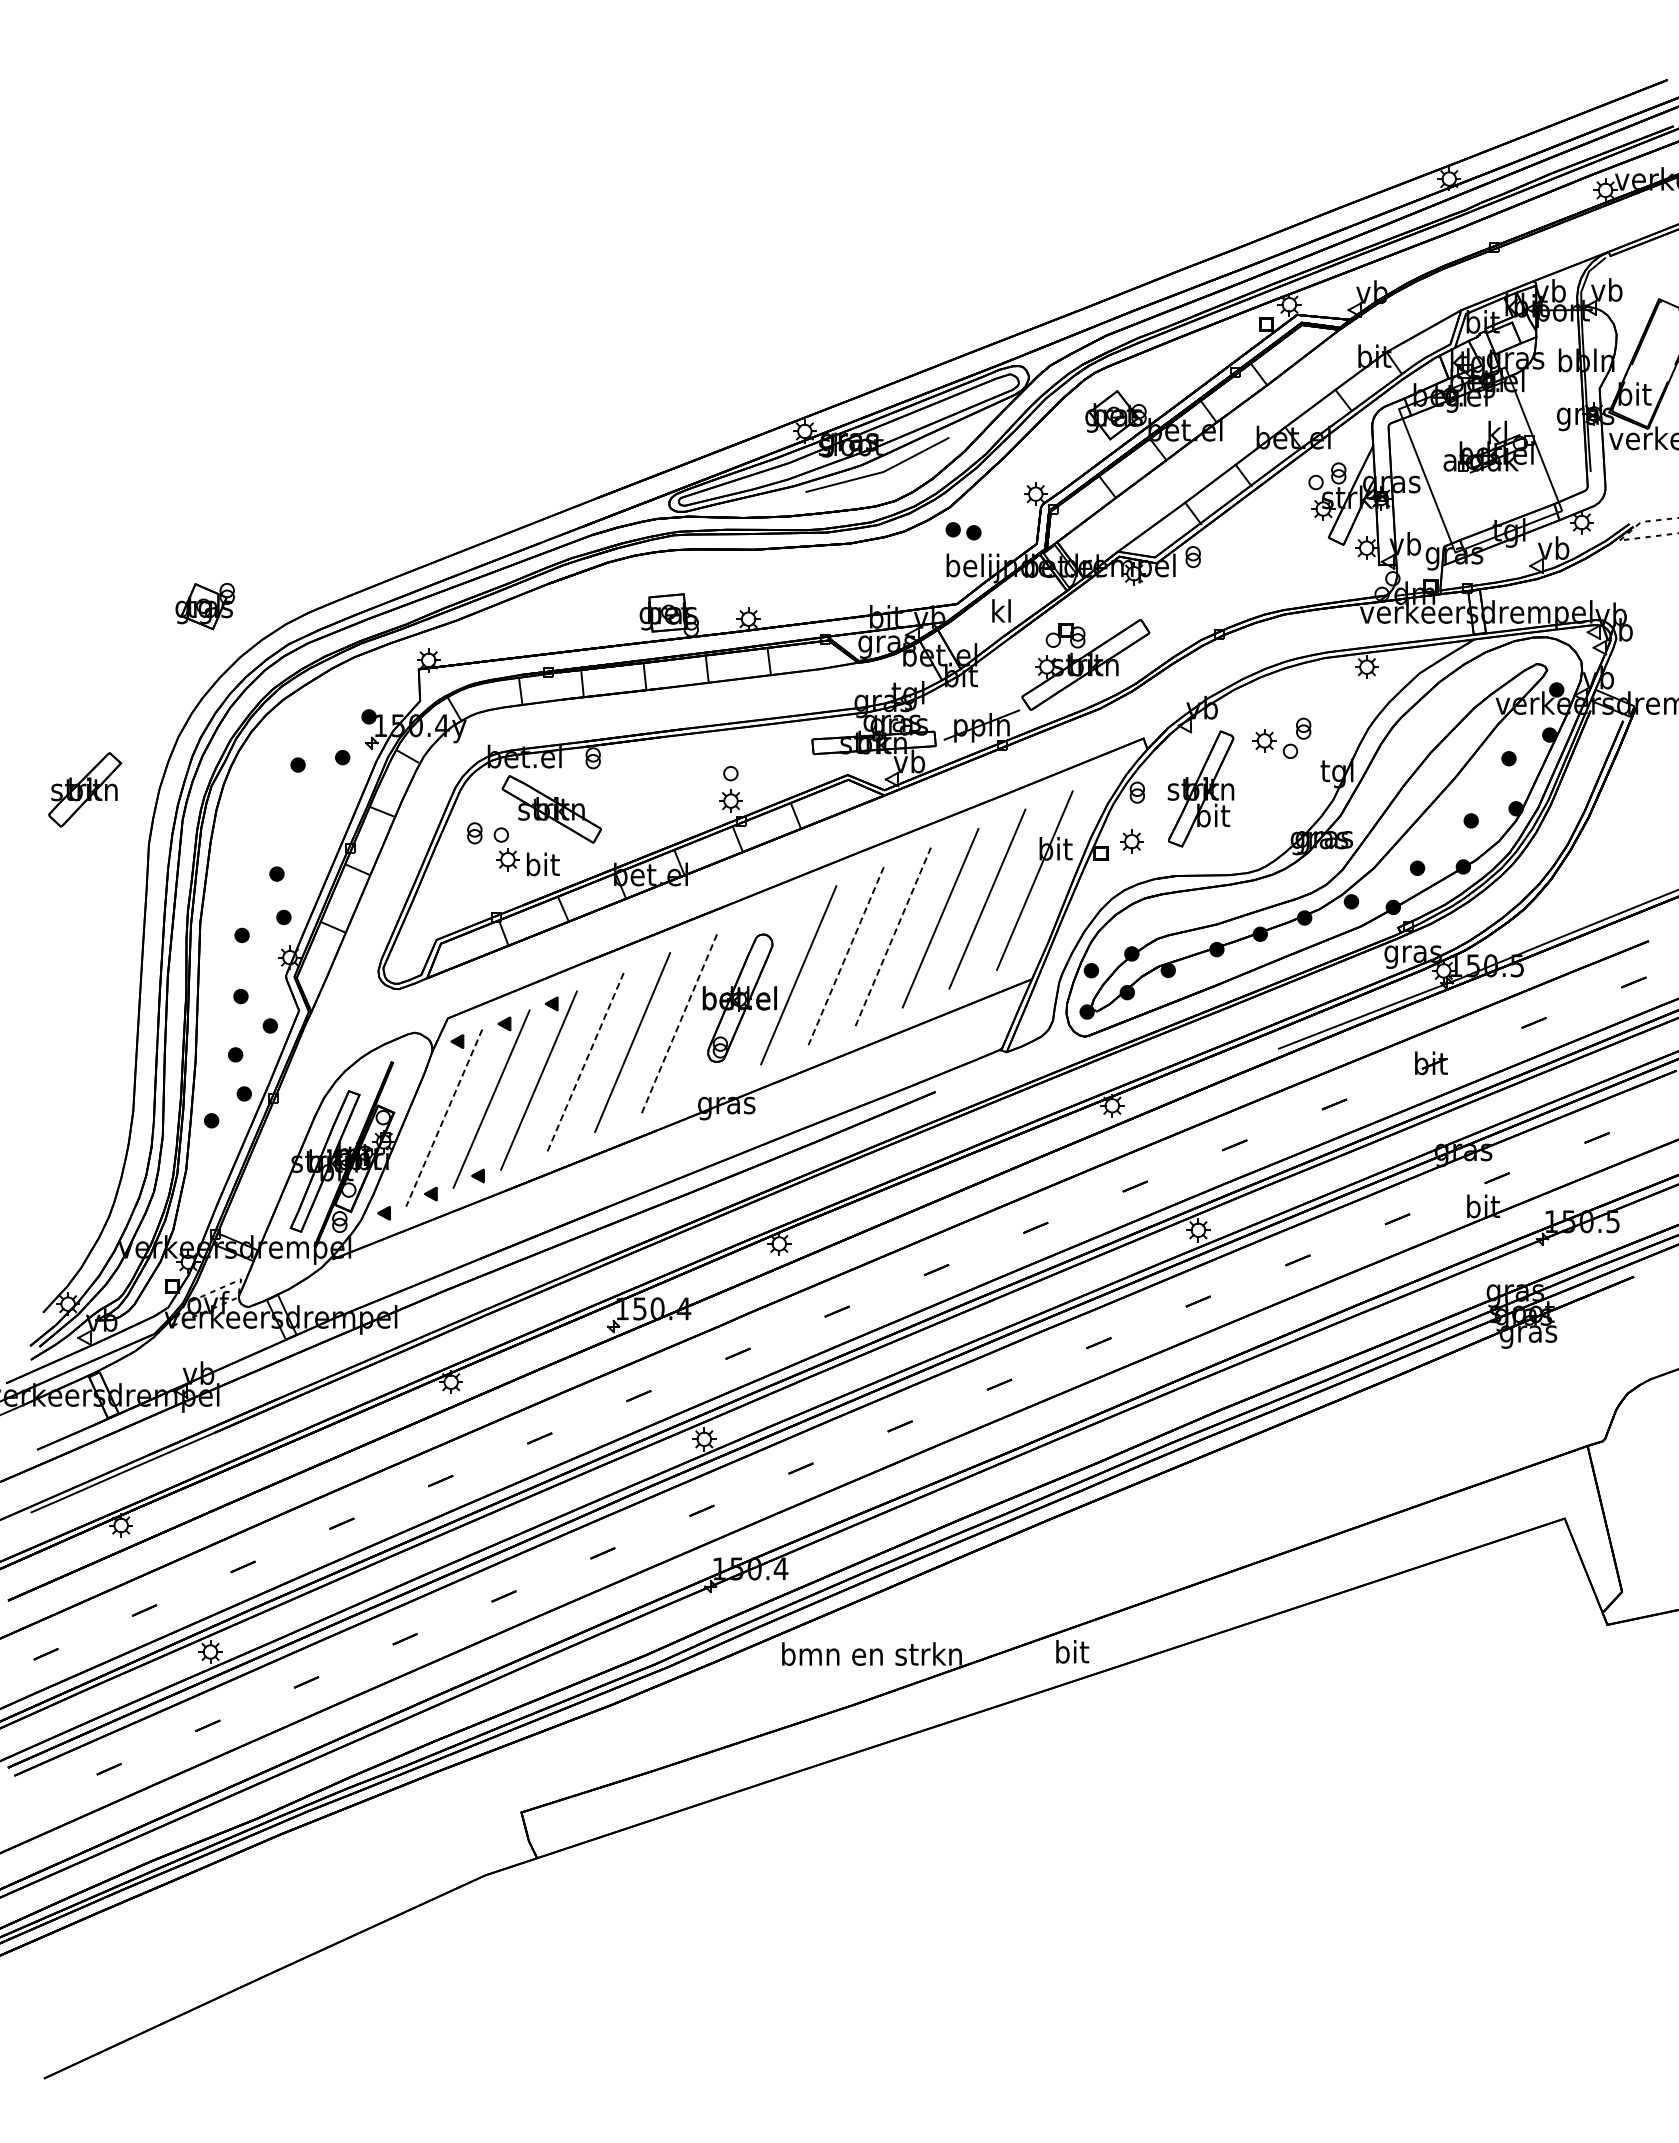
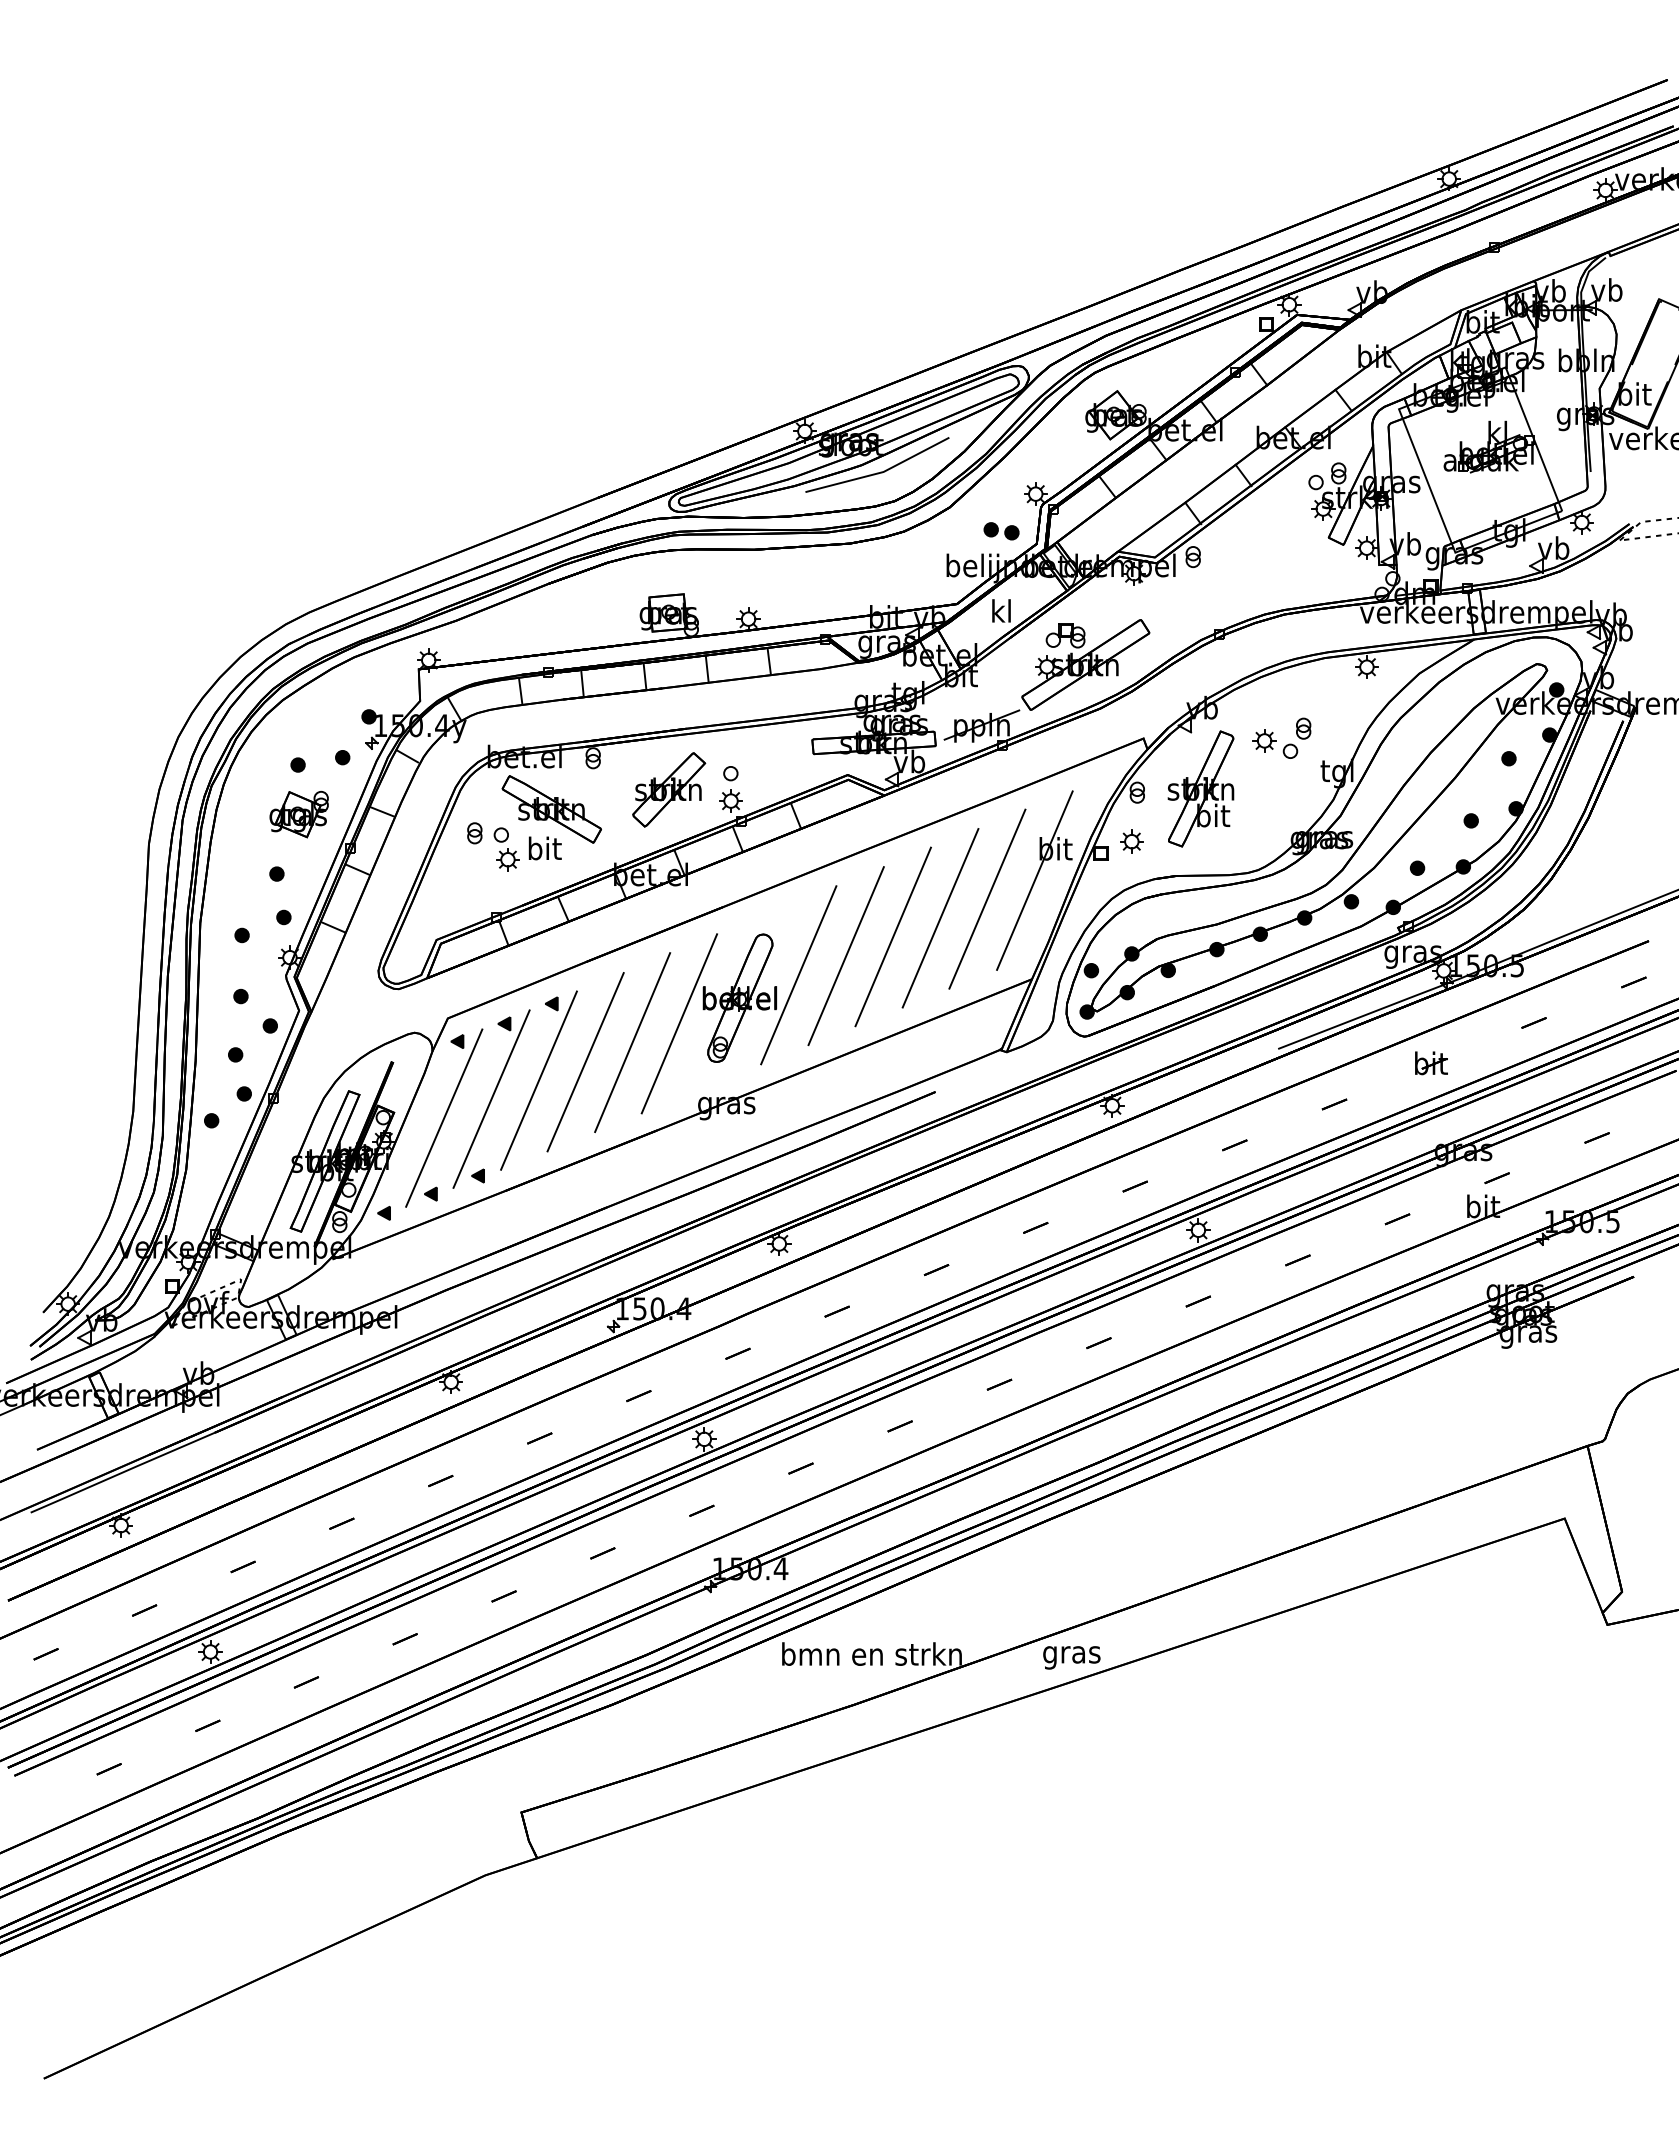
part at (963, 531) position: (963, 531) -> (1001, 531)
part at (204, 606) position: (204, 606) -> (298, 814)
part at (85, 789) position: (85, 789) -> (669, 789)
text at (542, 864) position: (542, 864) -> (544, 848)
line at (893, 936): dashed -> solid
line at (846, 956): dashed -> solid
line at (679, 1024): dashed -> solid
line at (585, 1062): dashed -> solid
line at (444, 1118): dashed -> solid
text at (1071, 1654): bit -> gras
